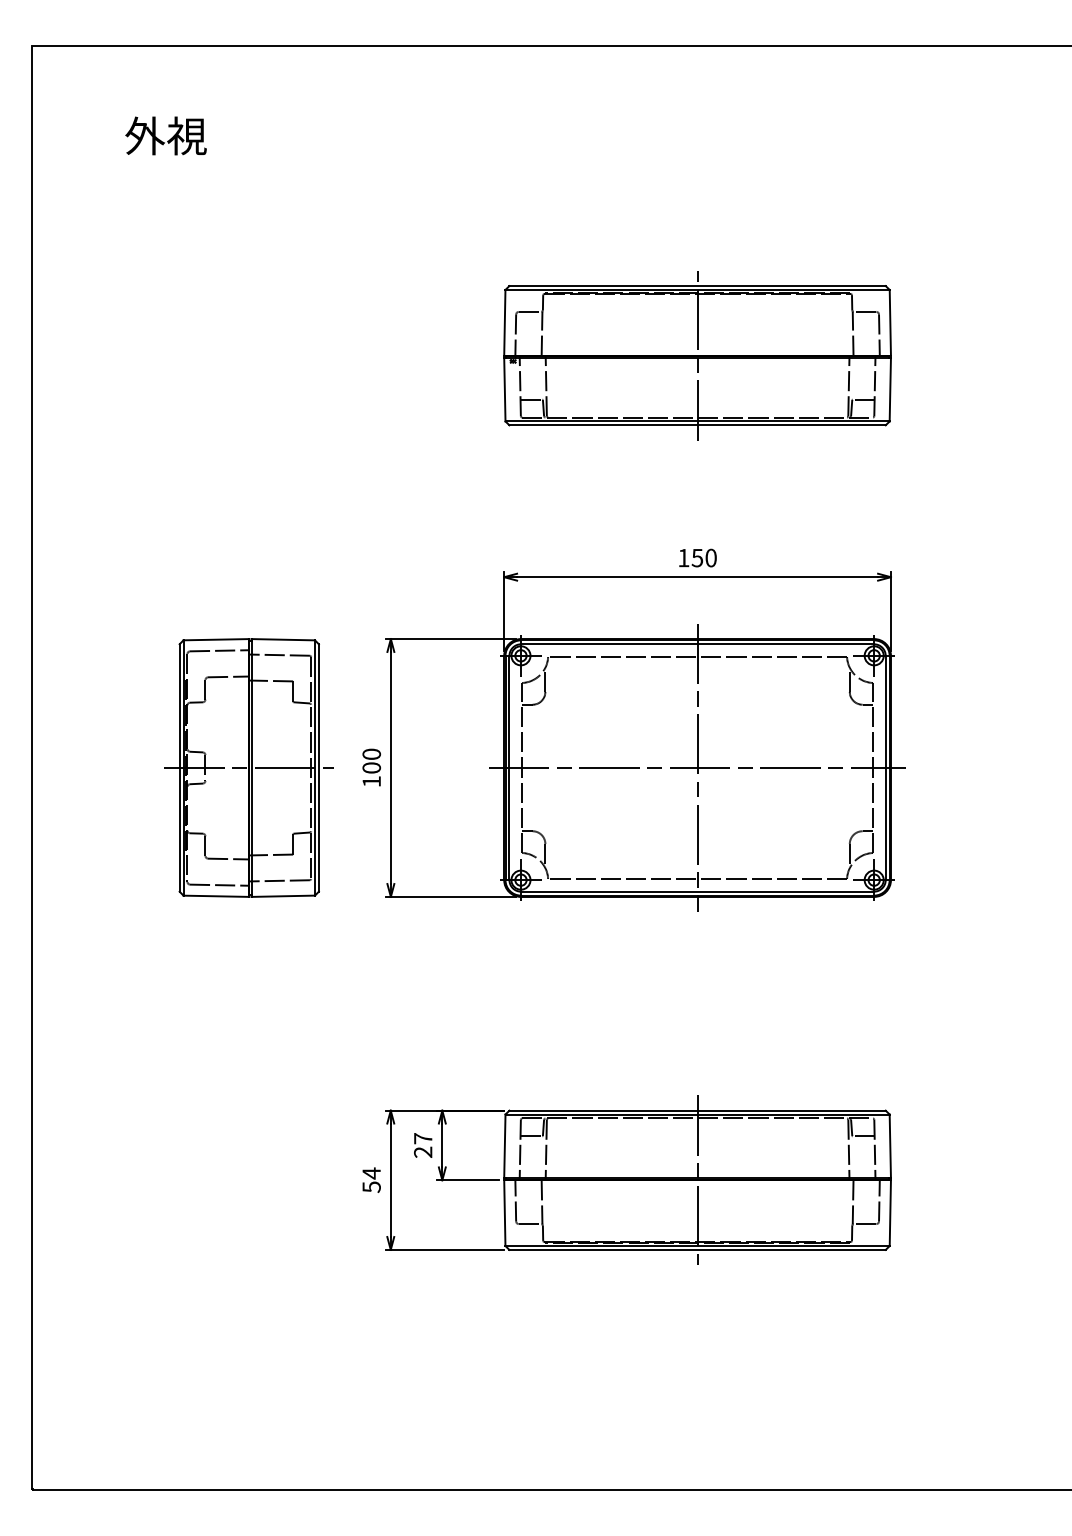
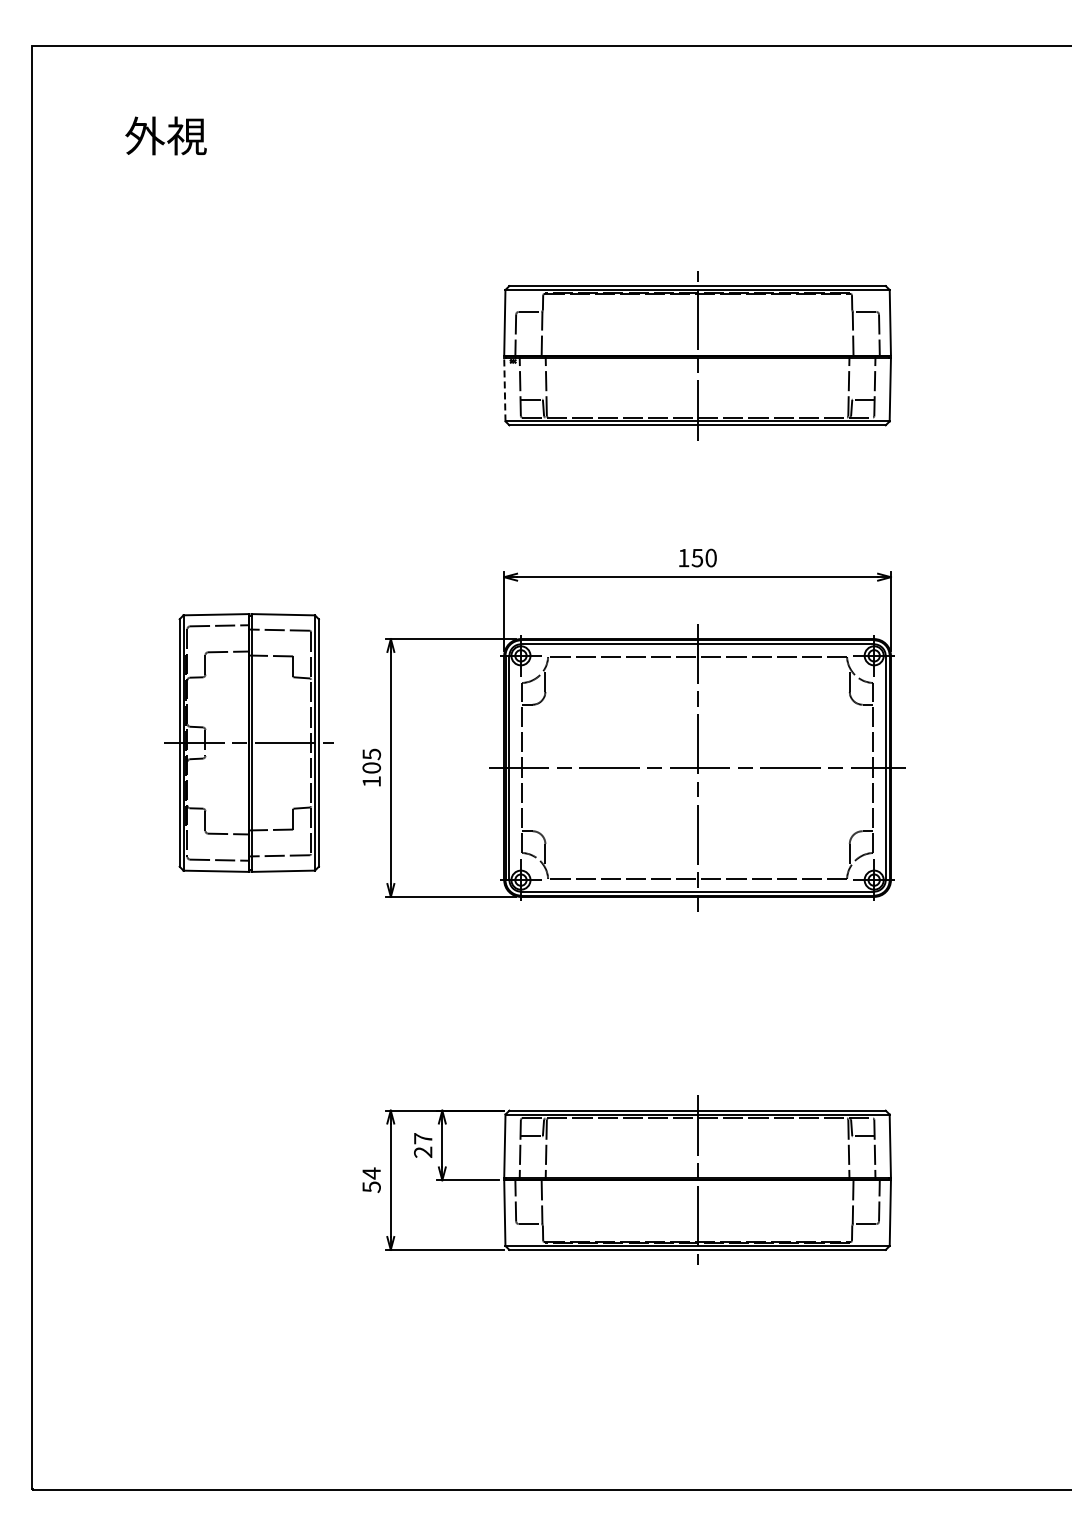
line at (504, 389): solid -> dashed
text at (371, 754): 100 -> 105
part at (248, 767) position: (248, 767) -> (248, 742)
